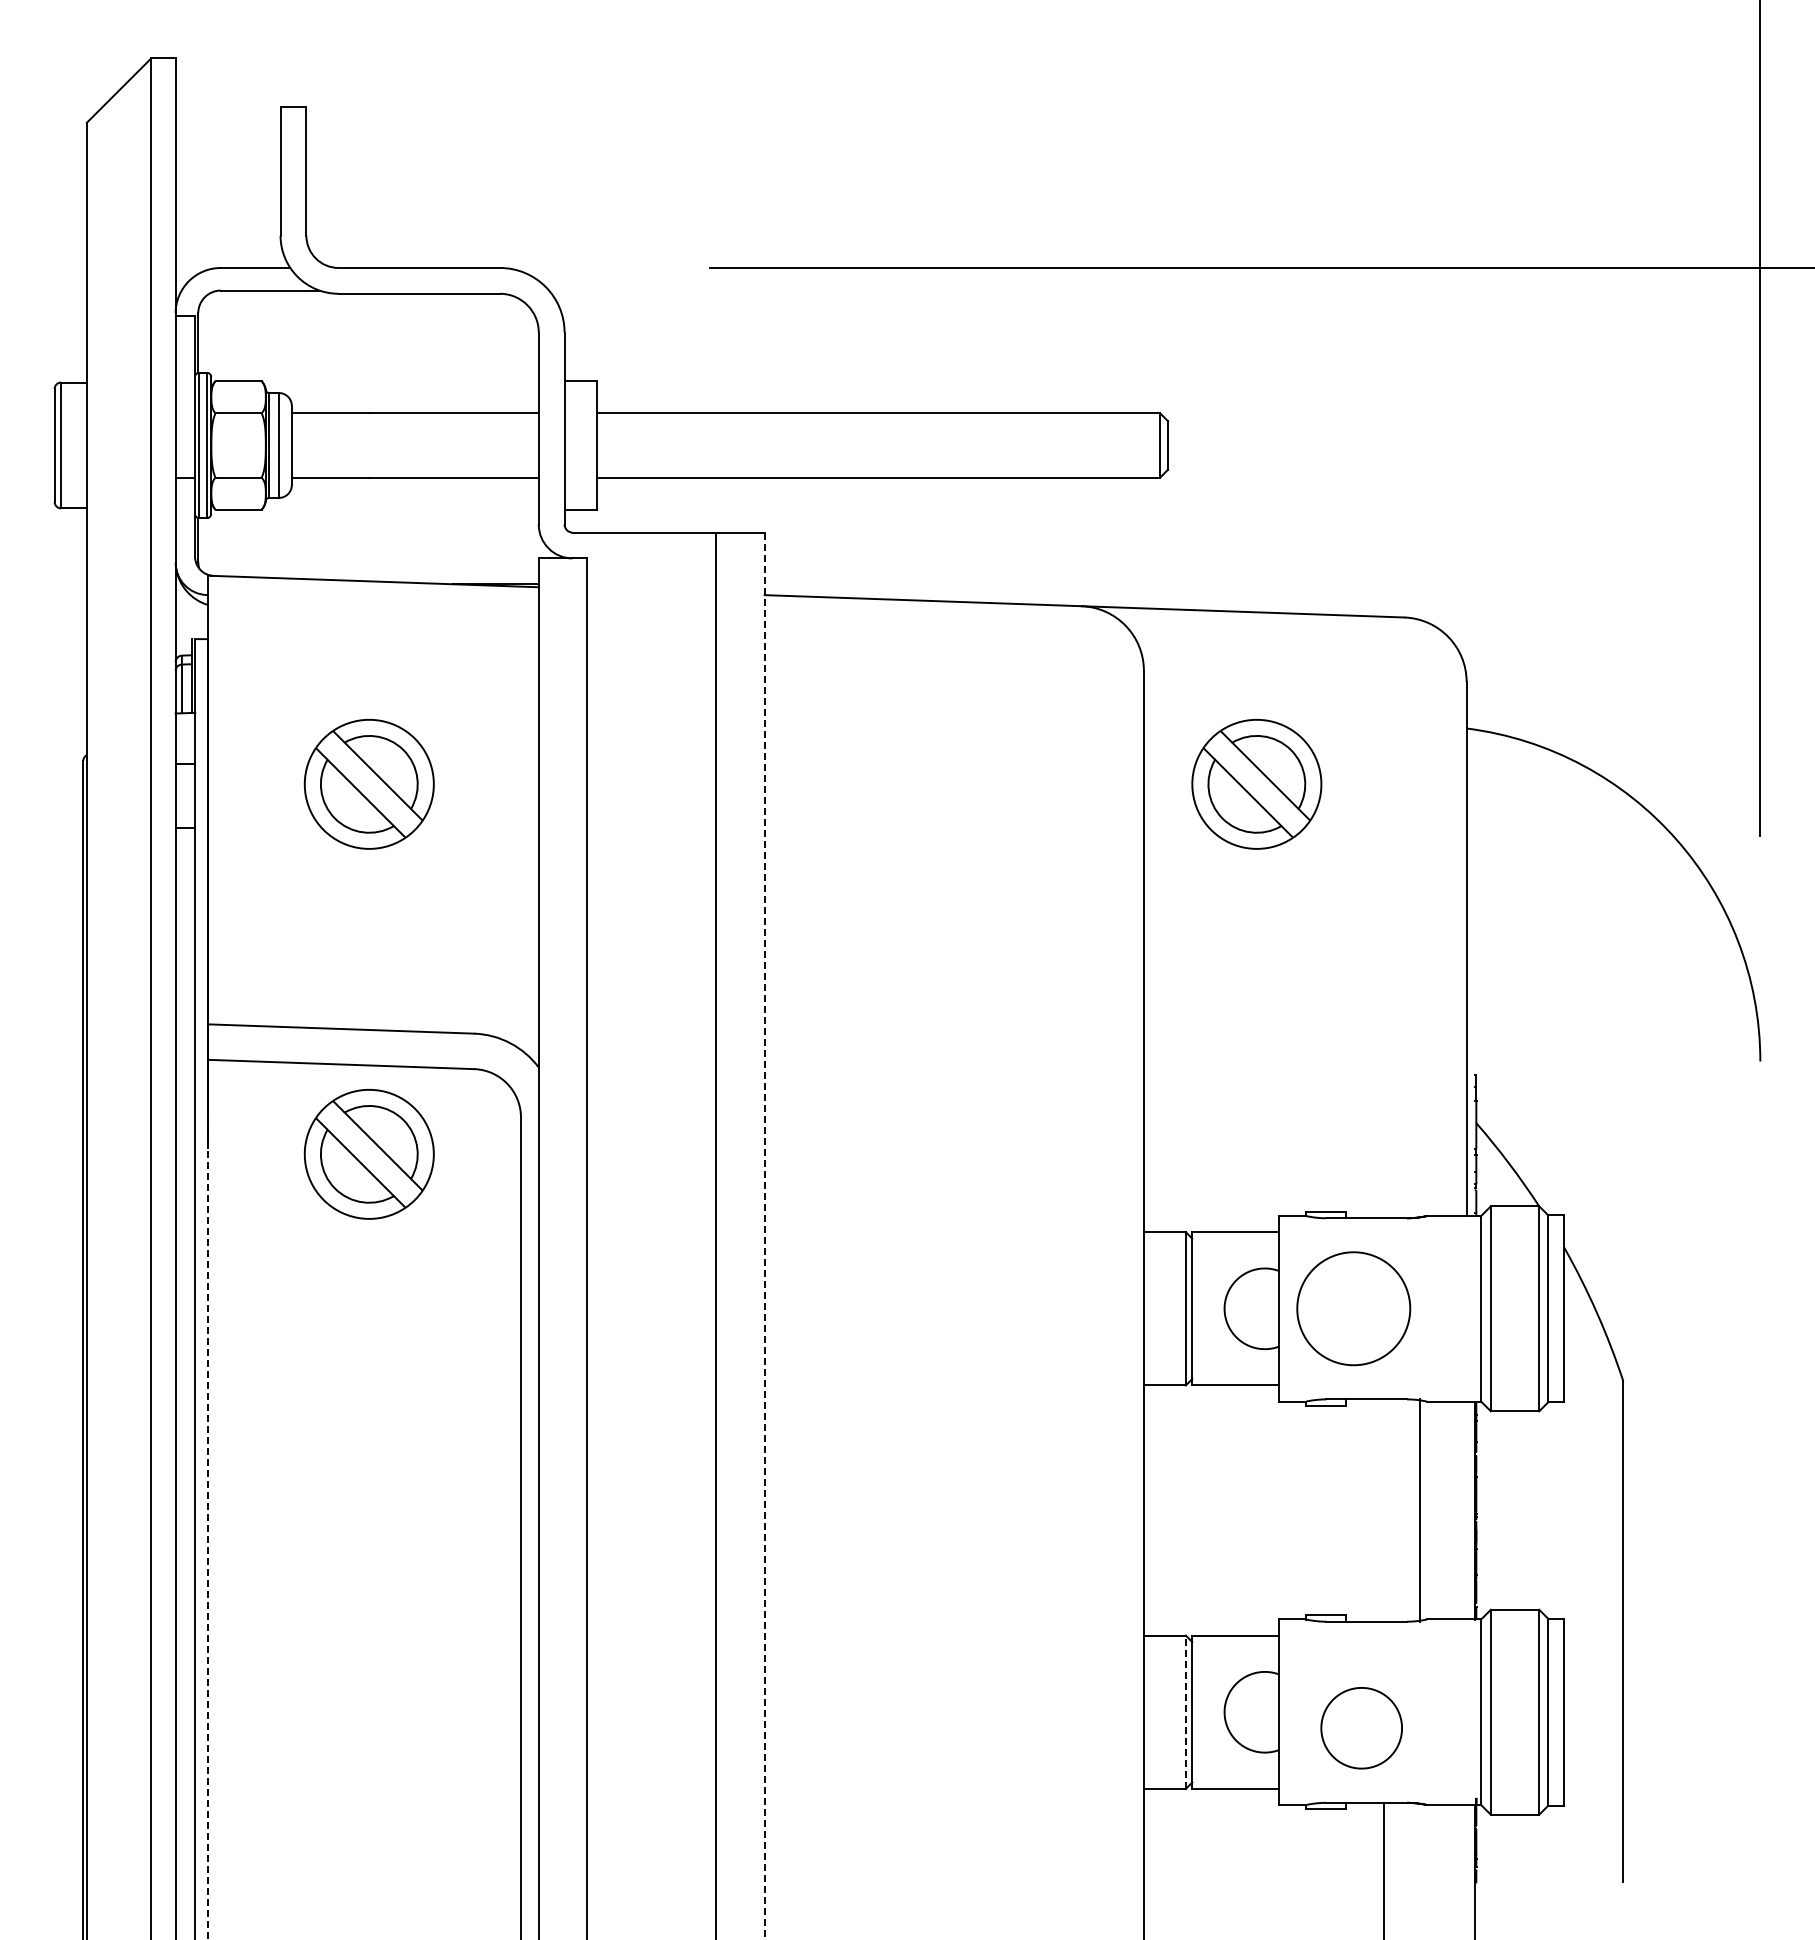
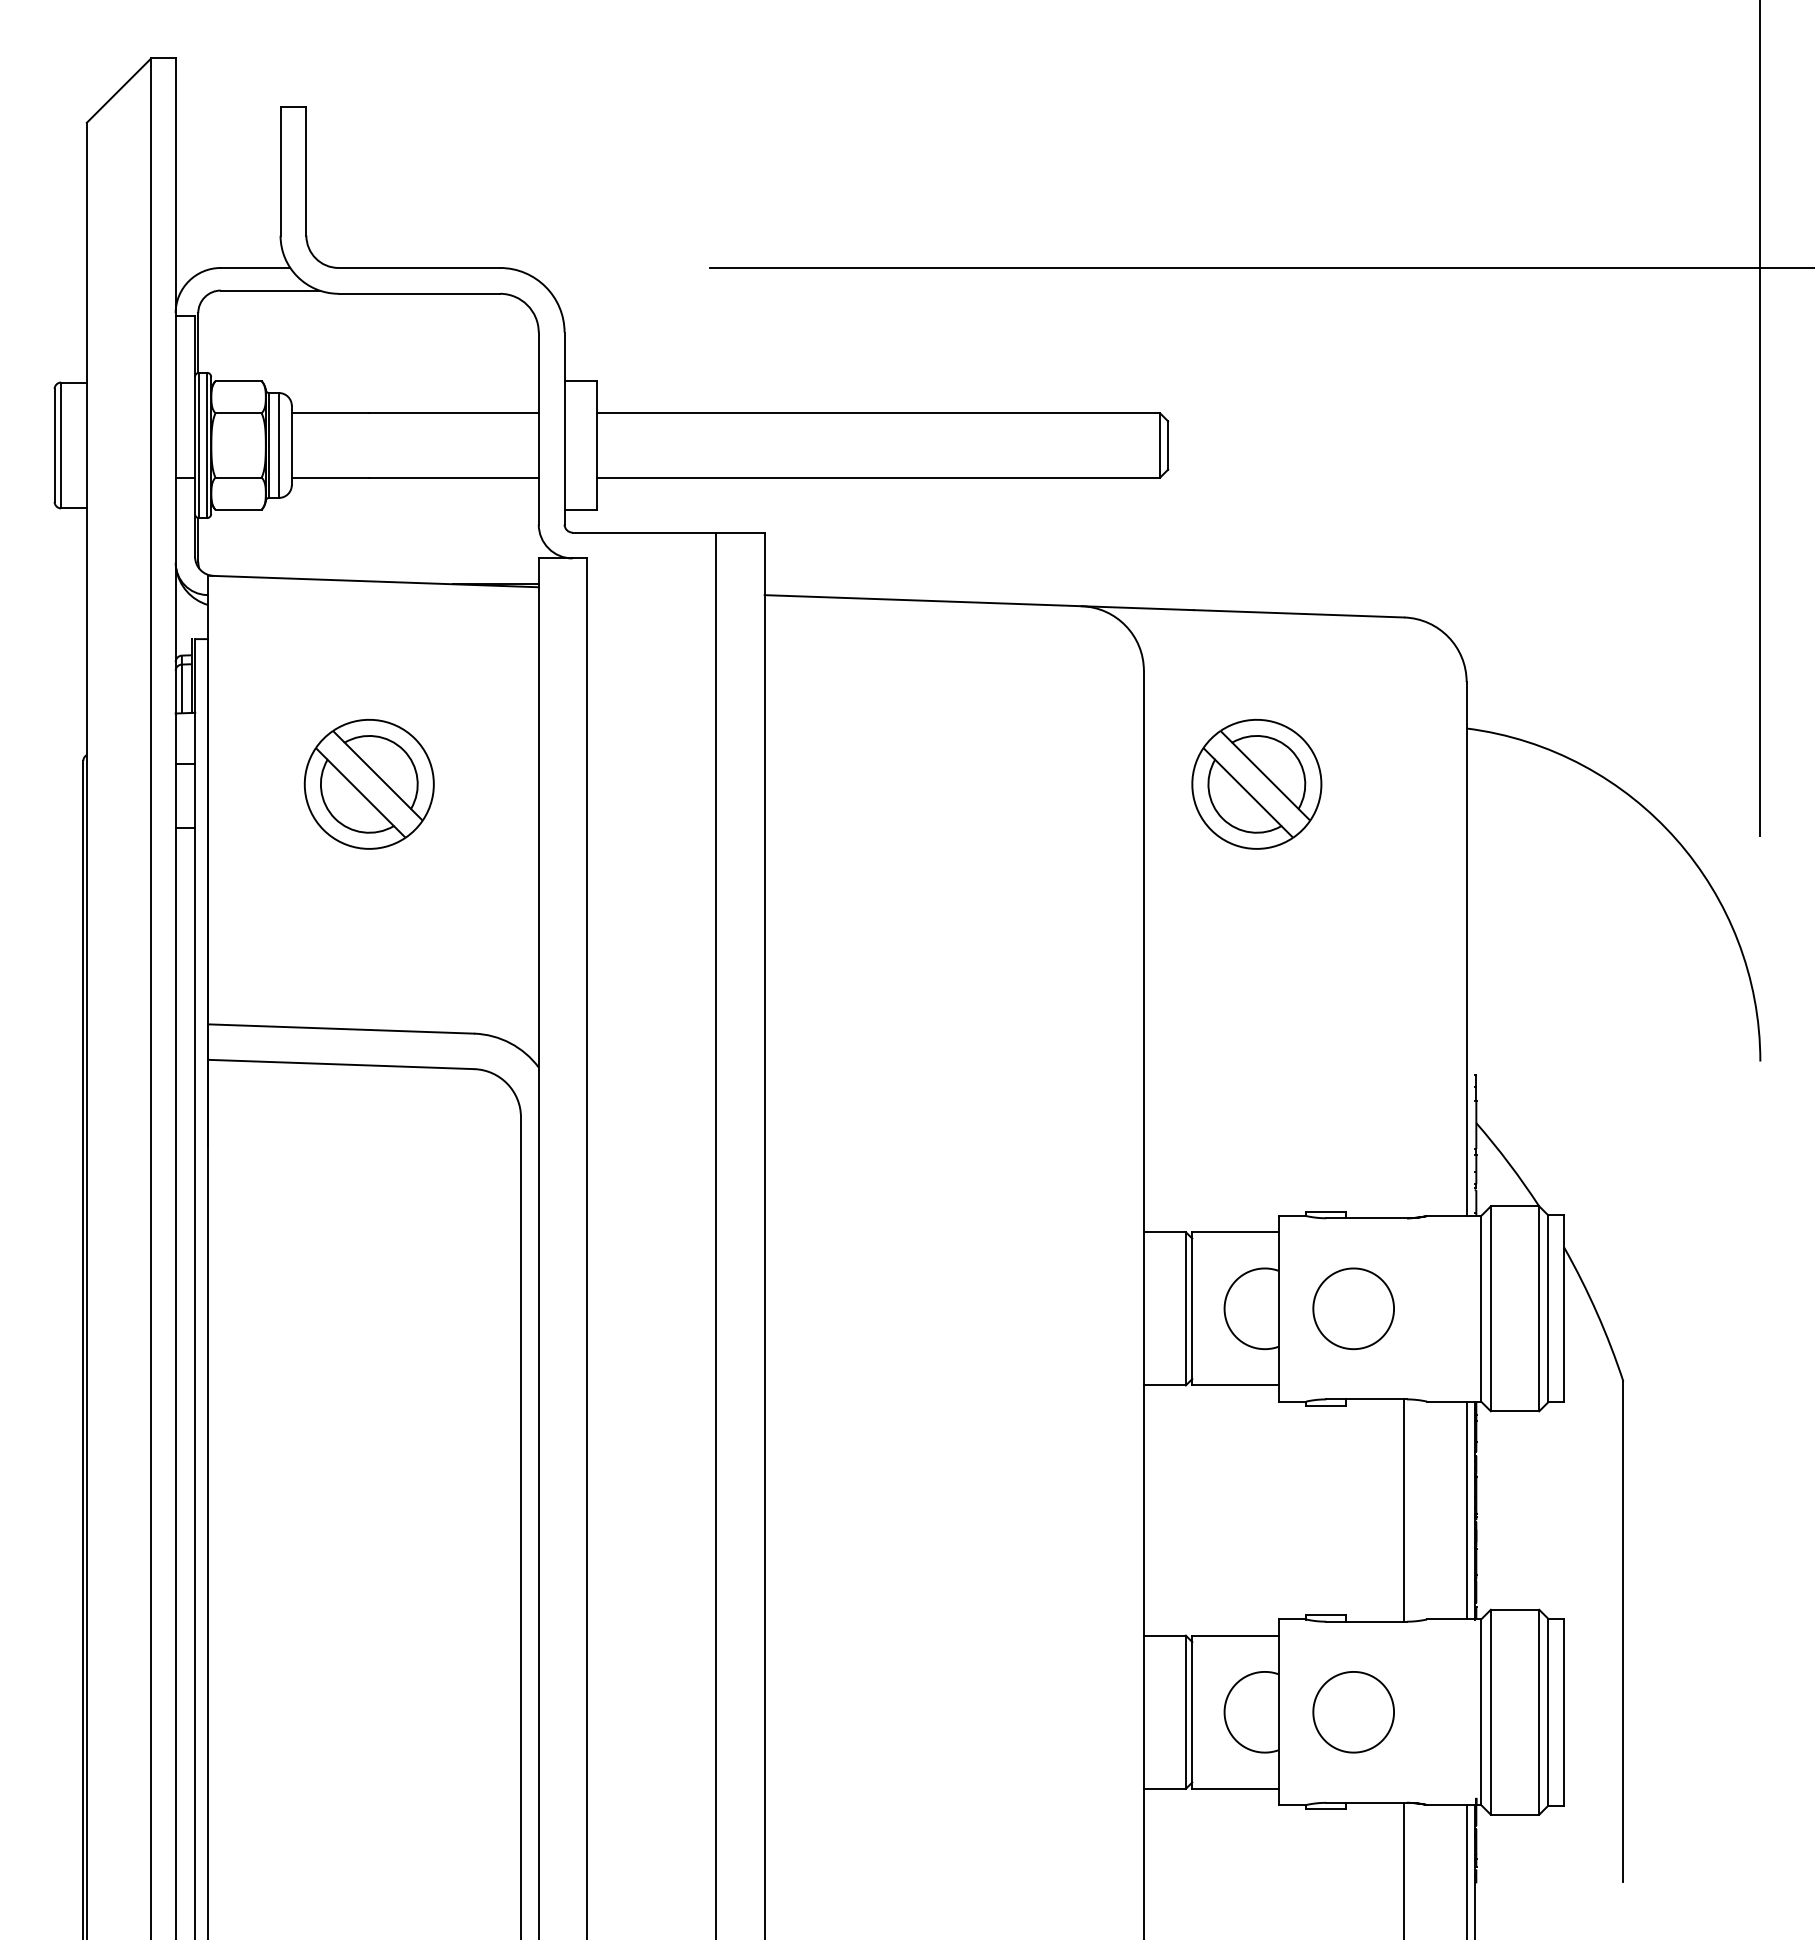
part at (368, 1153): present -> none
line at (764, 1236): dashed -> solid
part at (1353, 1308) size: 116x116 px -> 83x84 px
line at (1420, 1510) position: (1420, 1510) -> (1404, 1510)
line at (1466, 1510): none -> present
line at (207, 1524): dashed -> solid
line at (1185, 1712): dashed -> solid
part at (1361, 1728) position: (1361, 1728) -> (1353, 1712)
line at (1384, 1869) position: (1384, 1869) -> (1404, 1869)
line at (1466, 1870): none -> present
